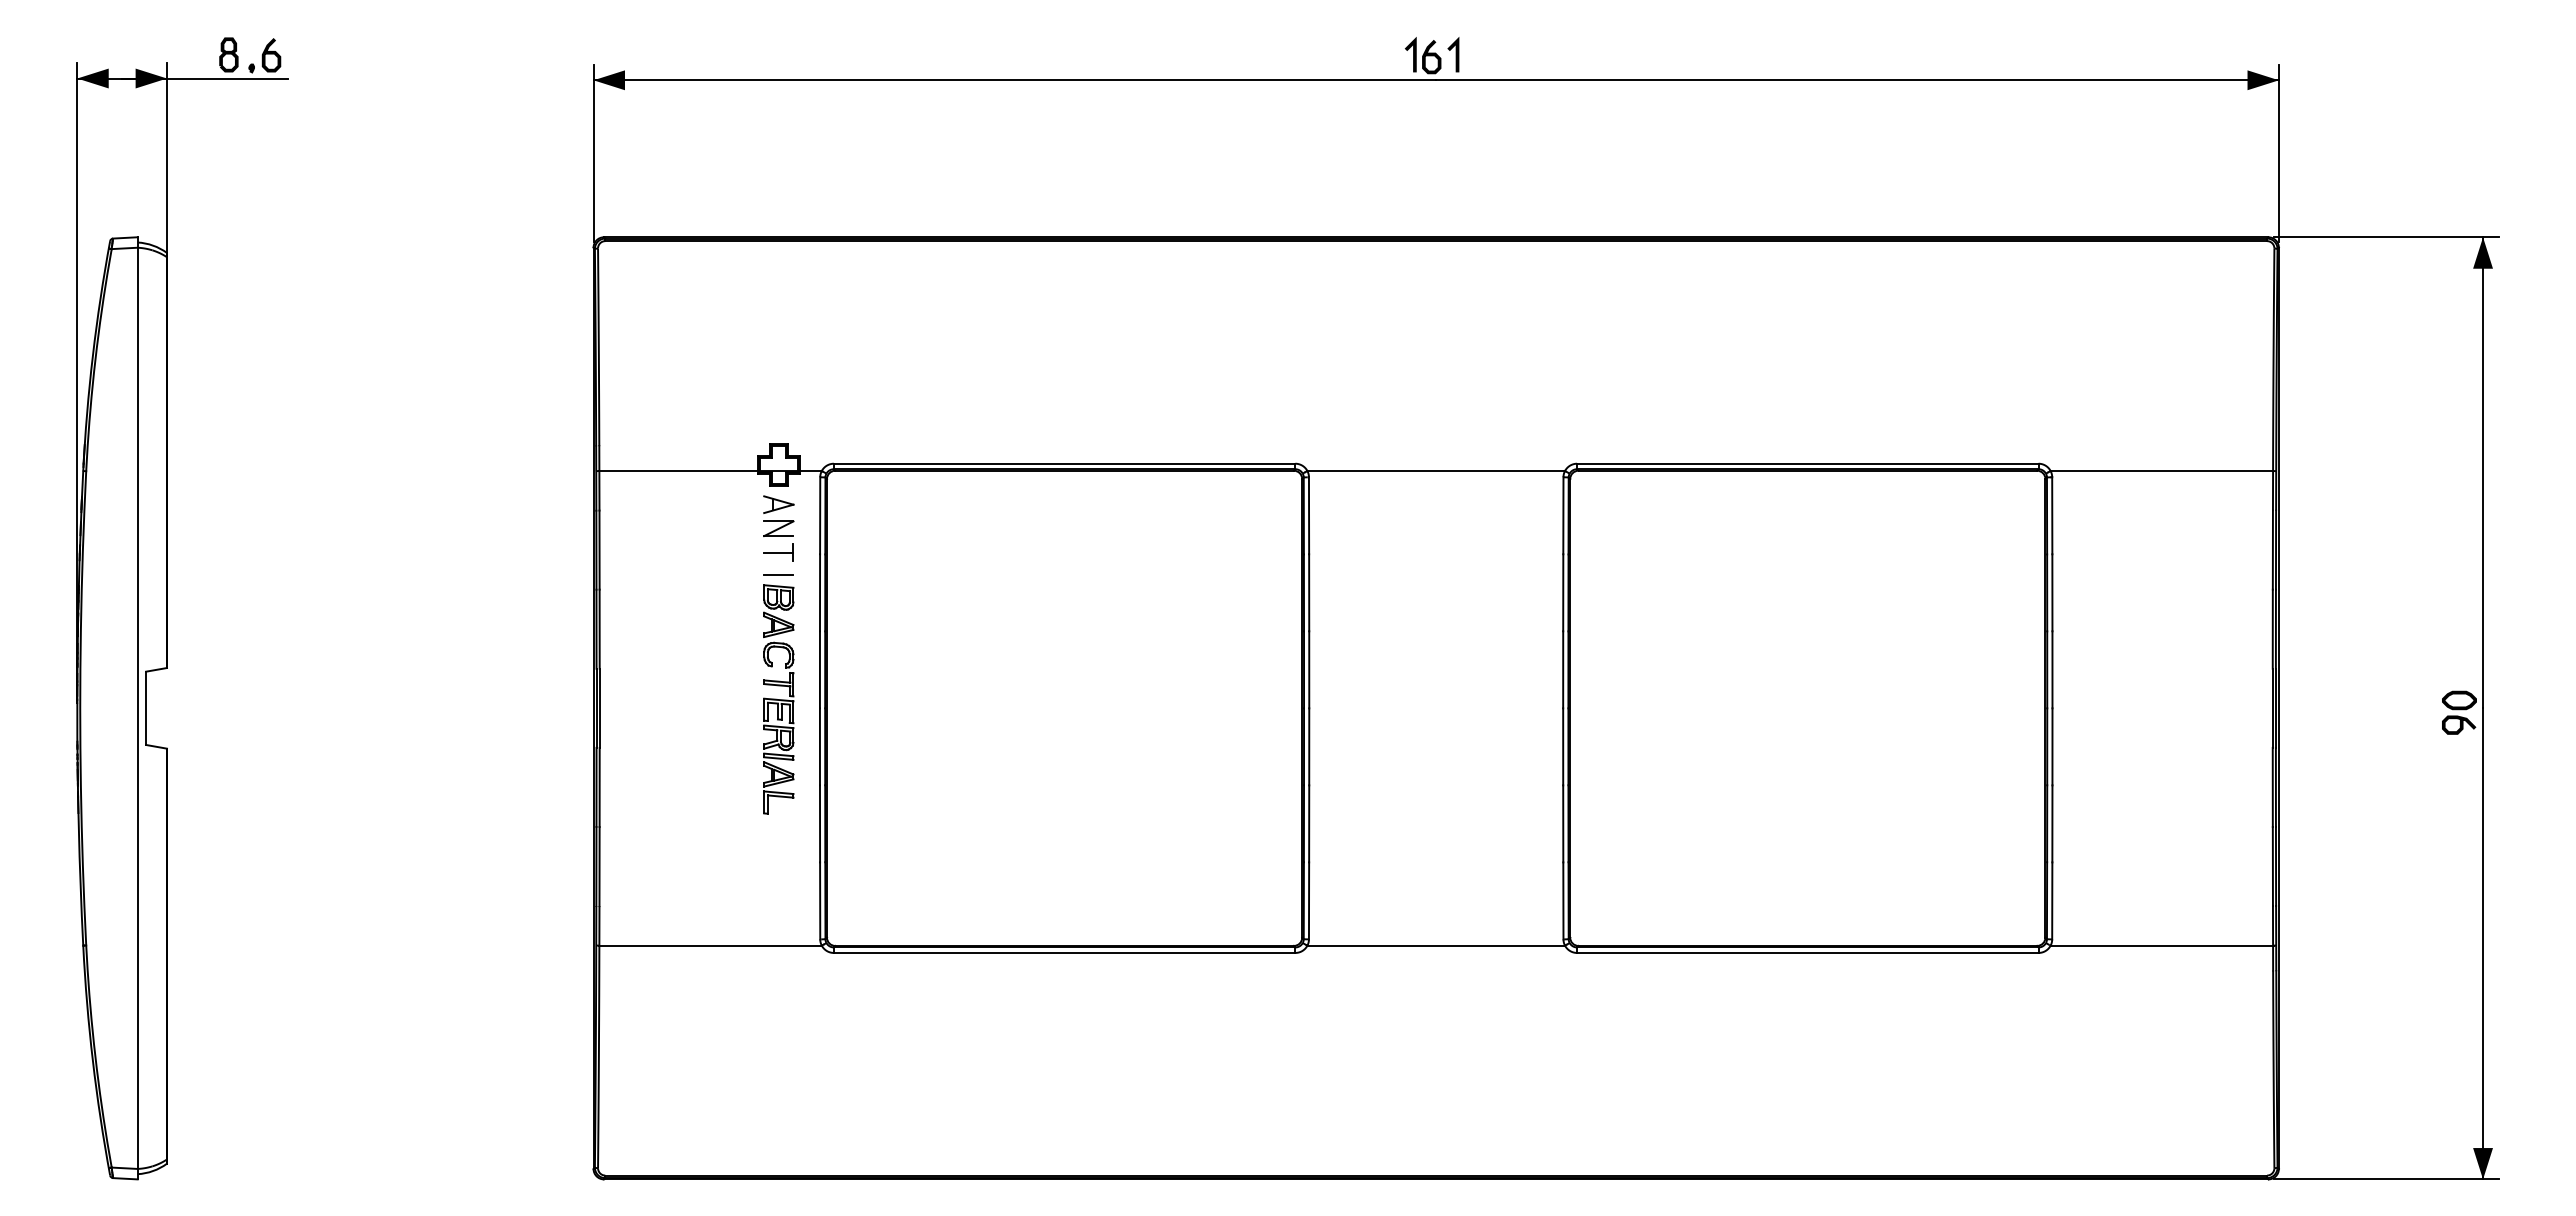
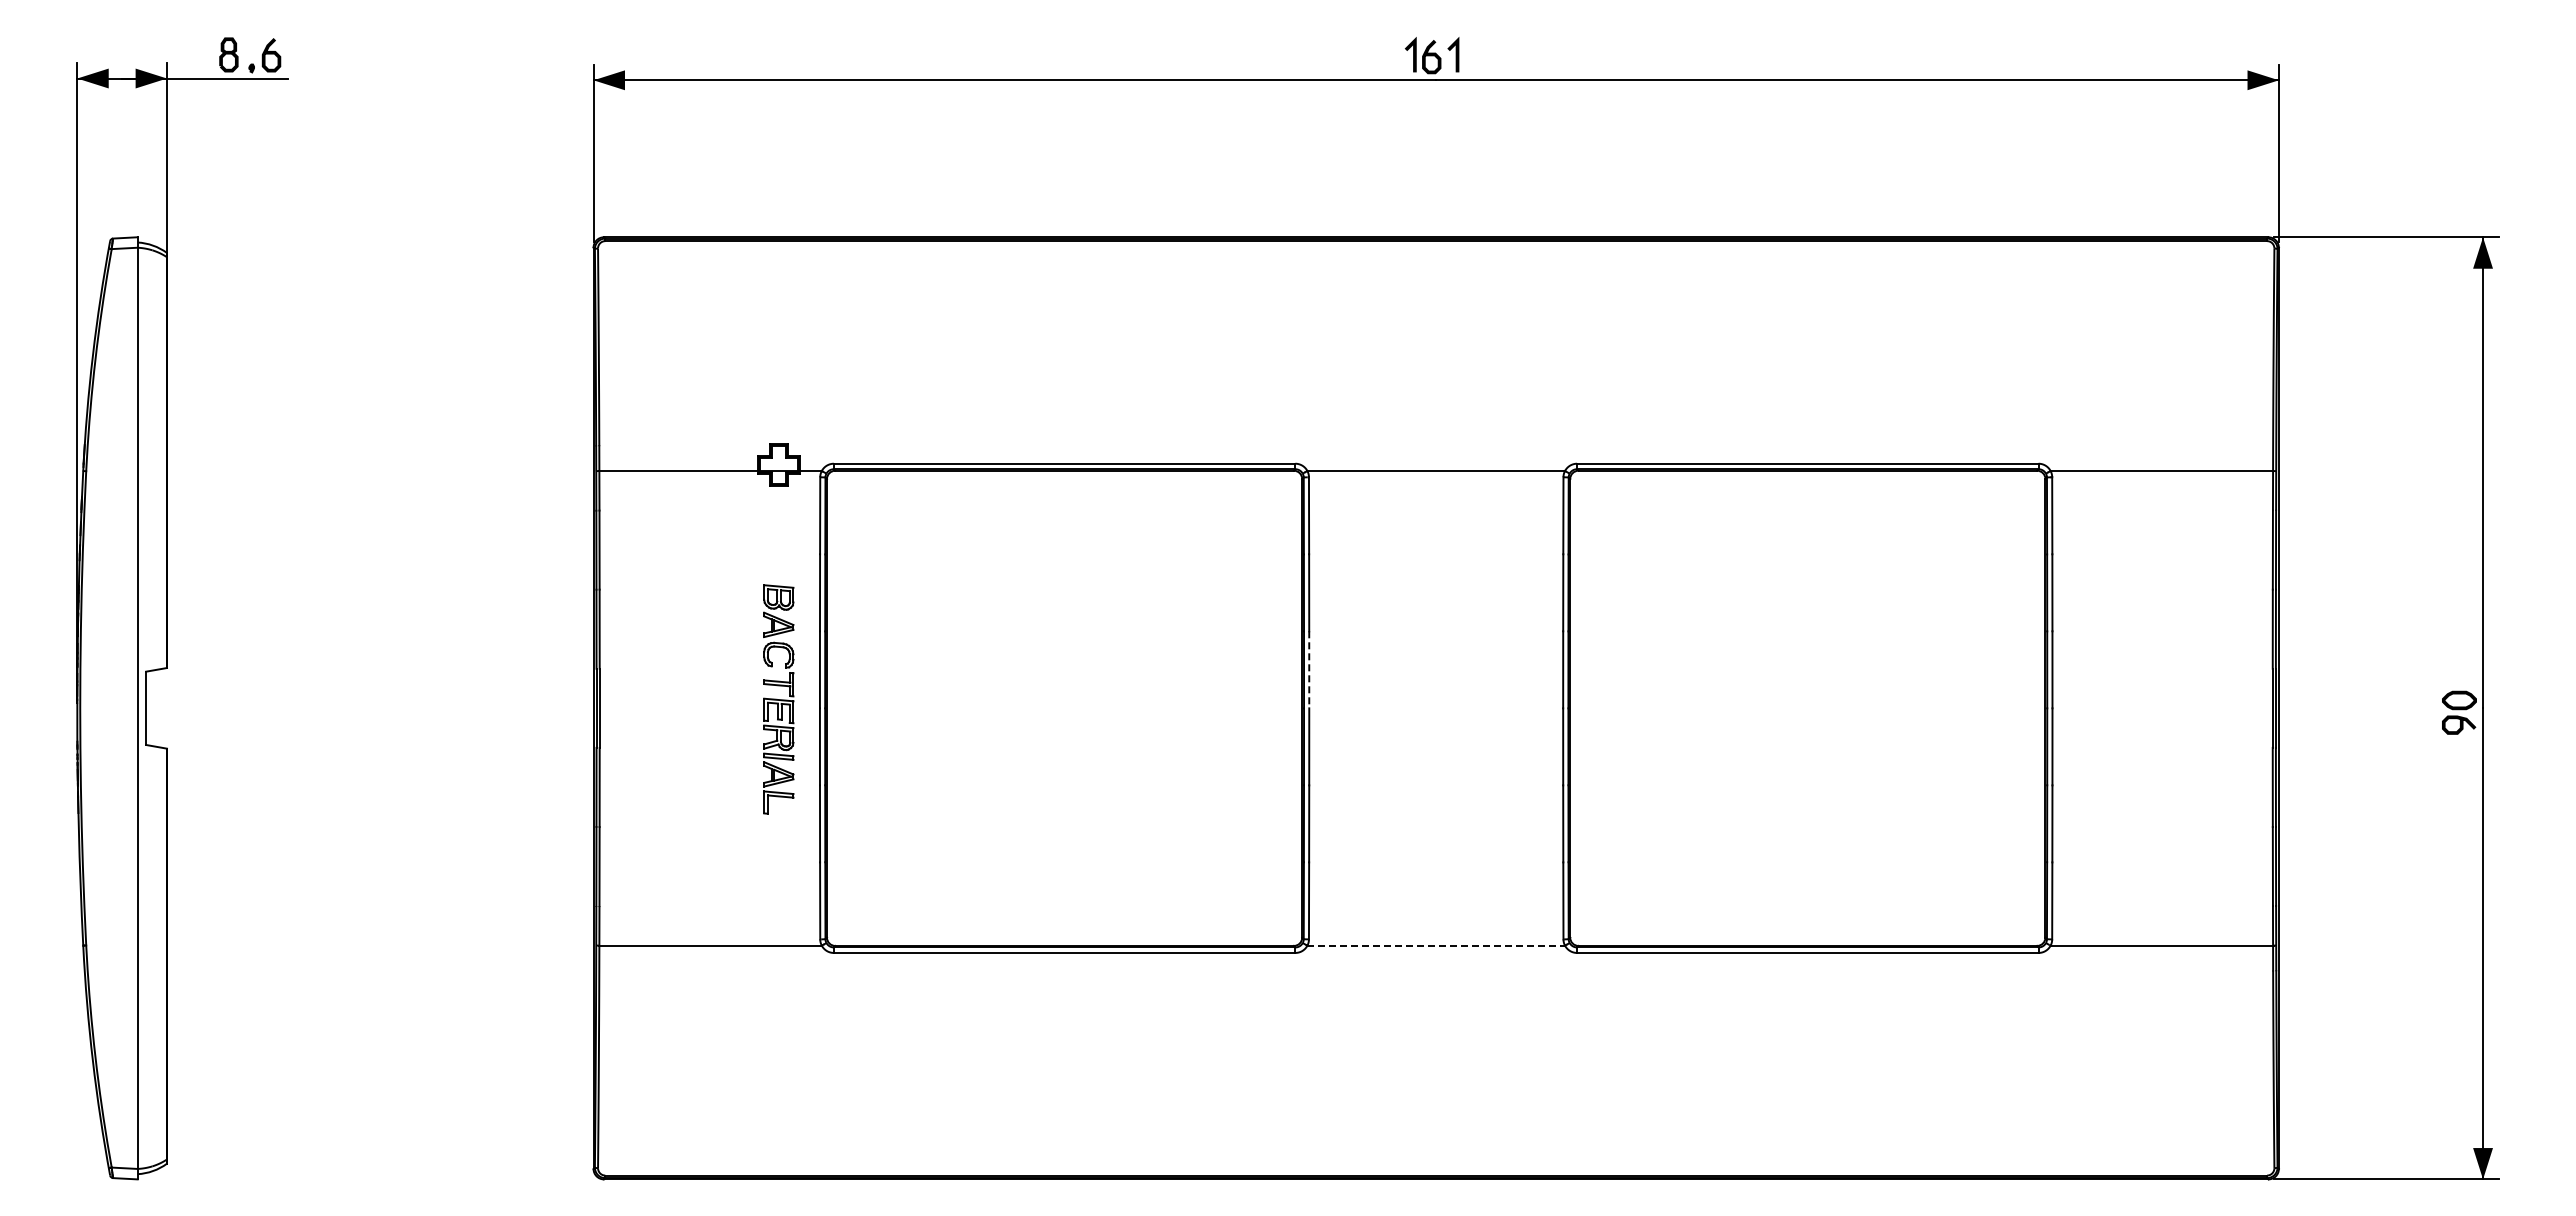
part at (778, 528): present -> none
line at (778, 575): present -> none
line at (1309, 669): solid -> dashed
line at (1436, 945): solid -> dashed
